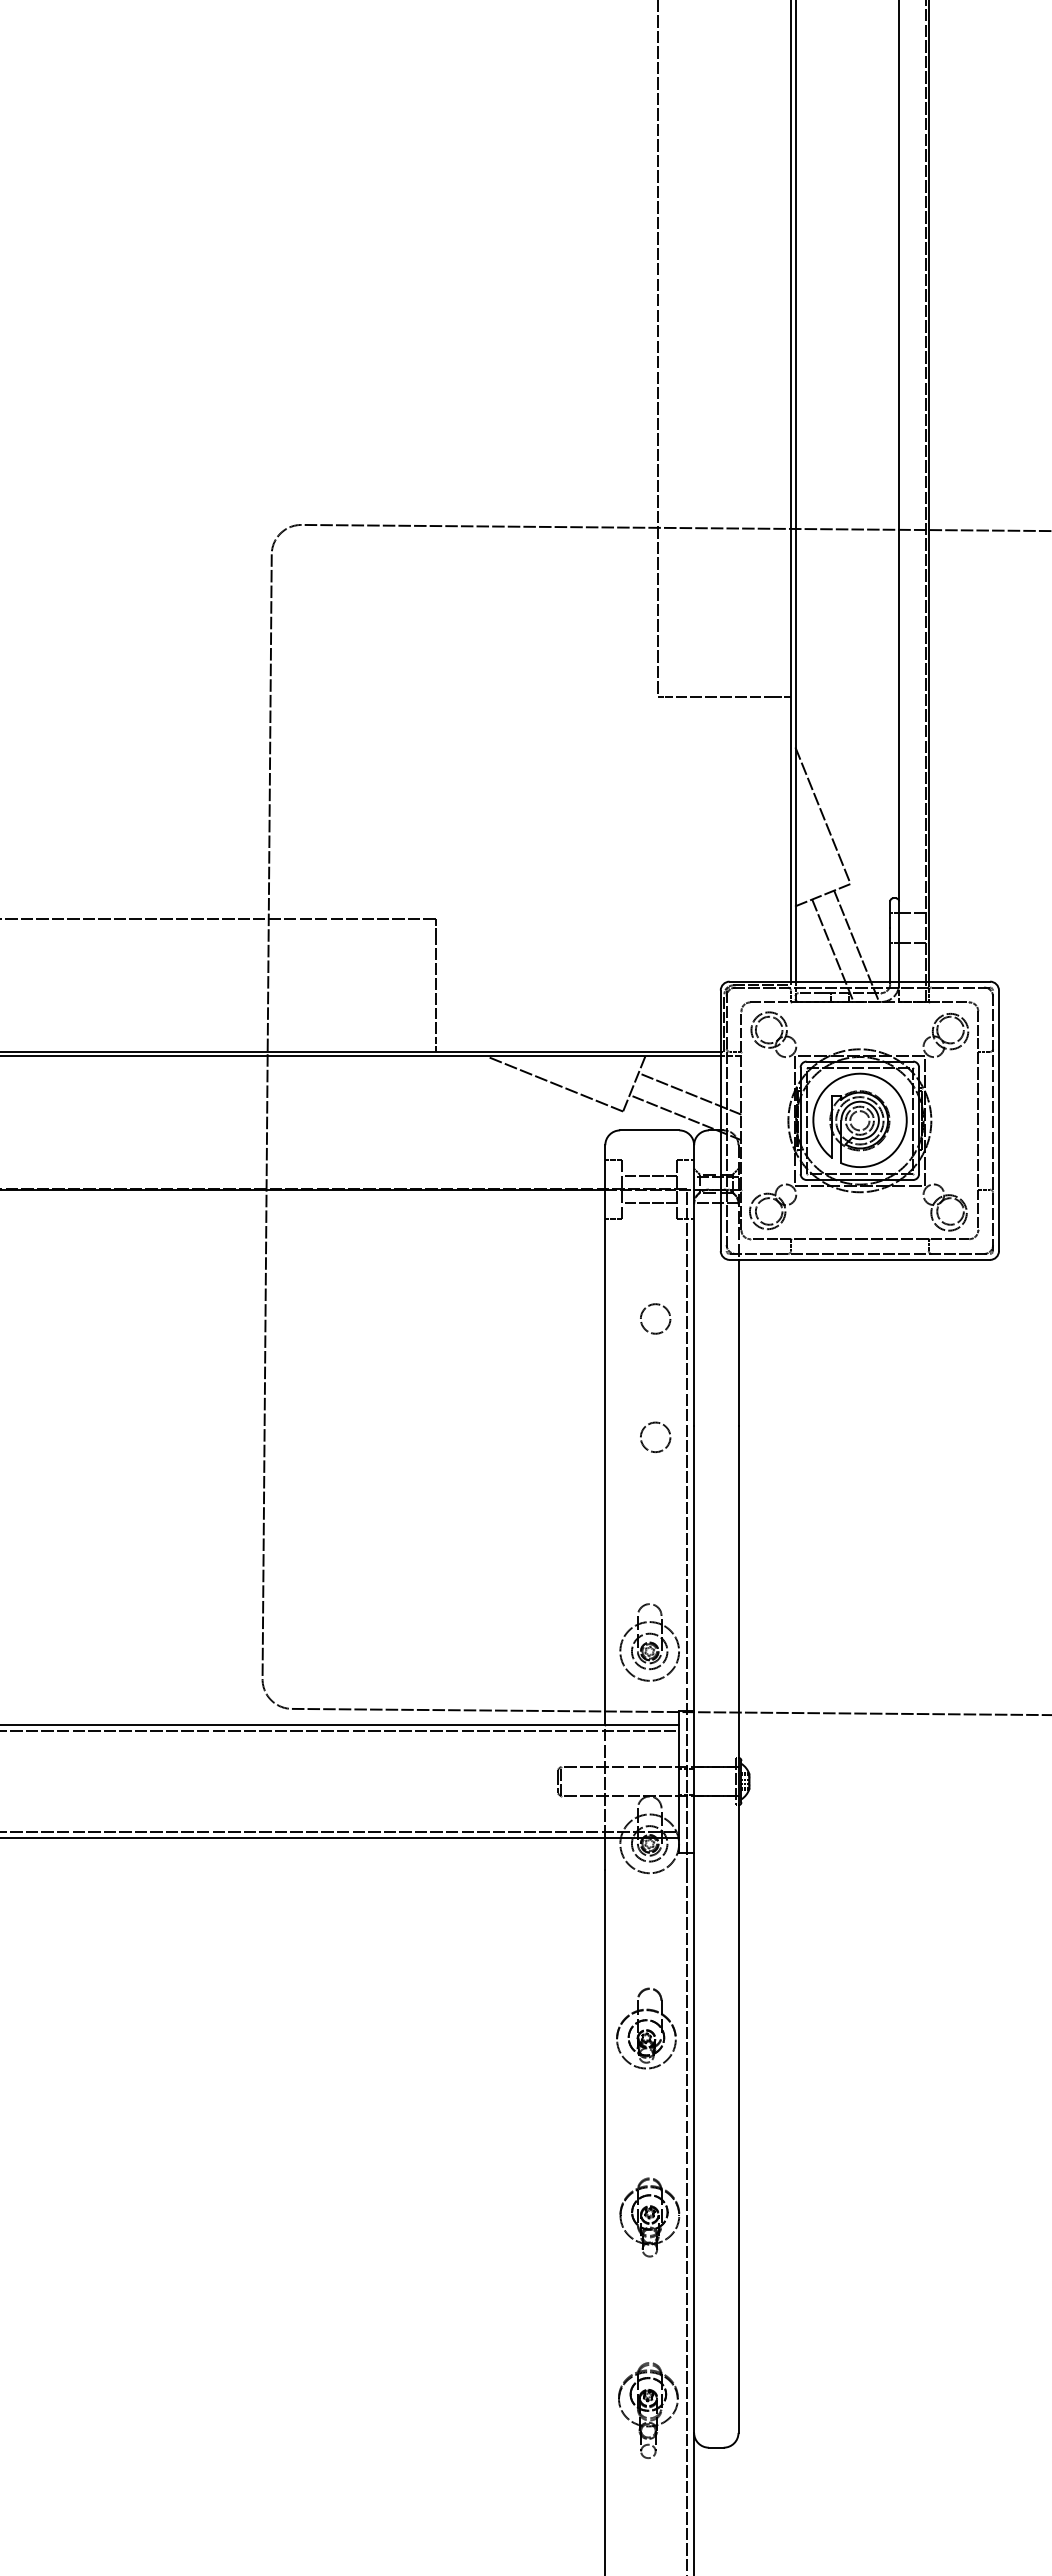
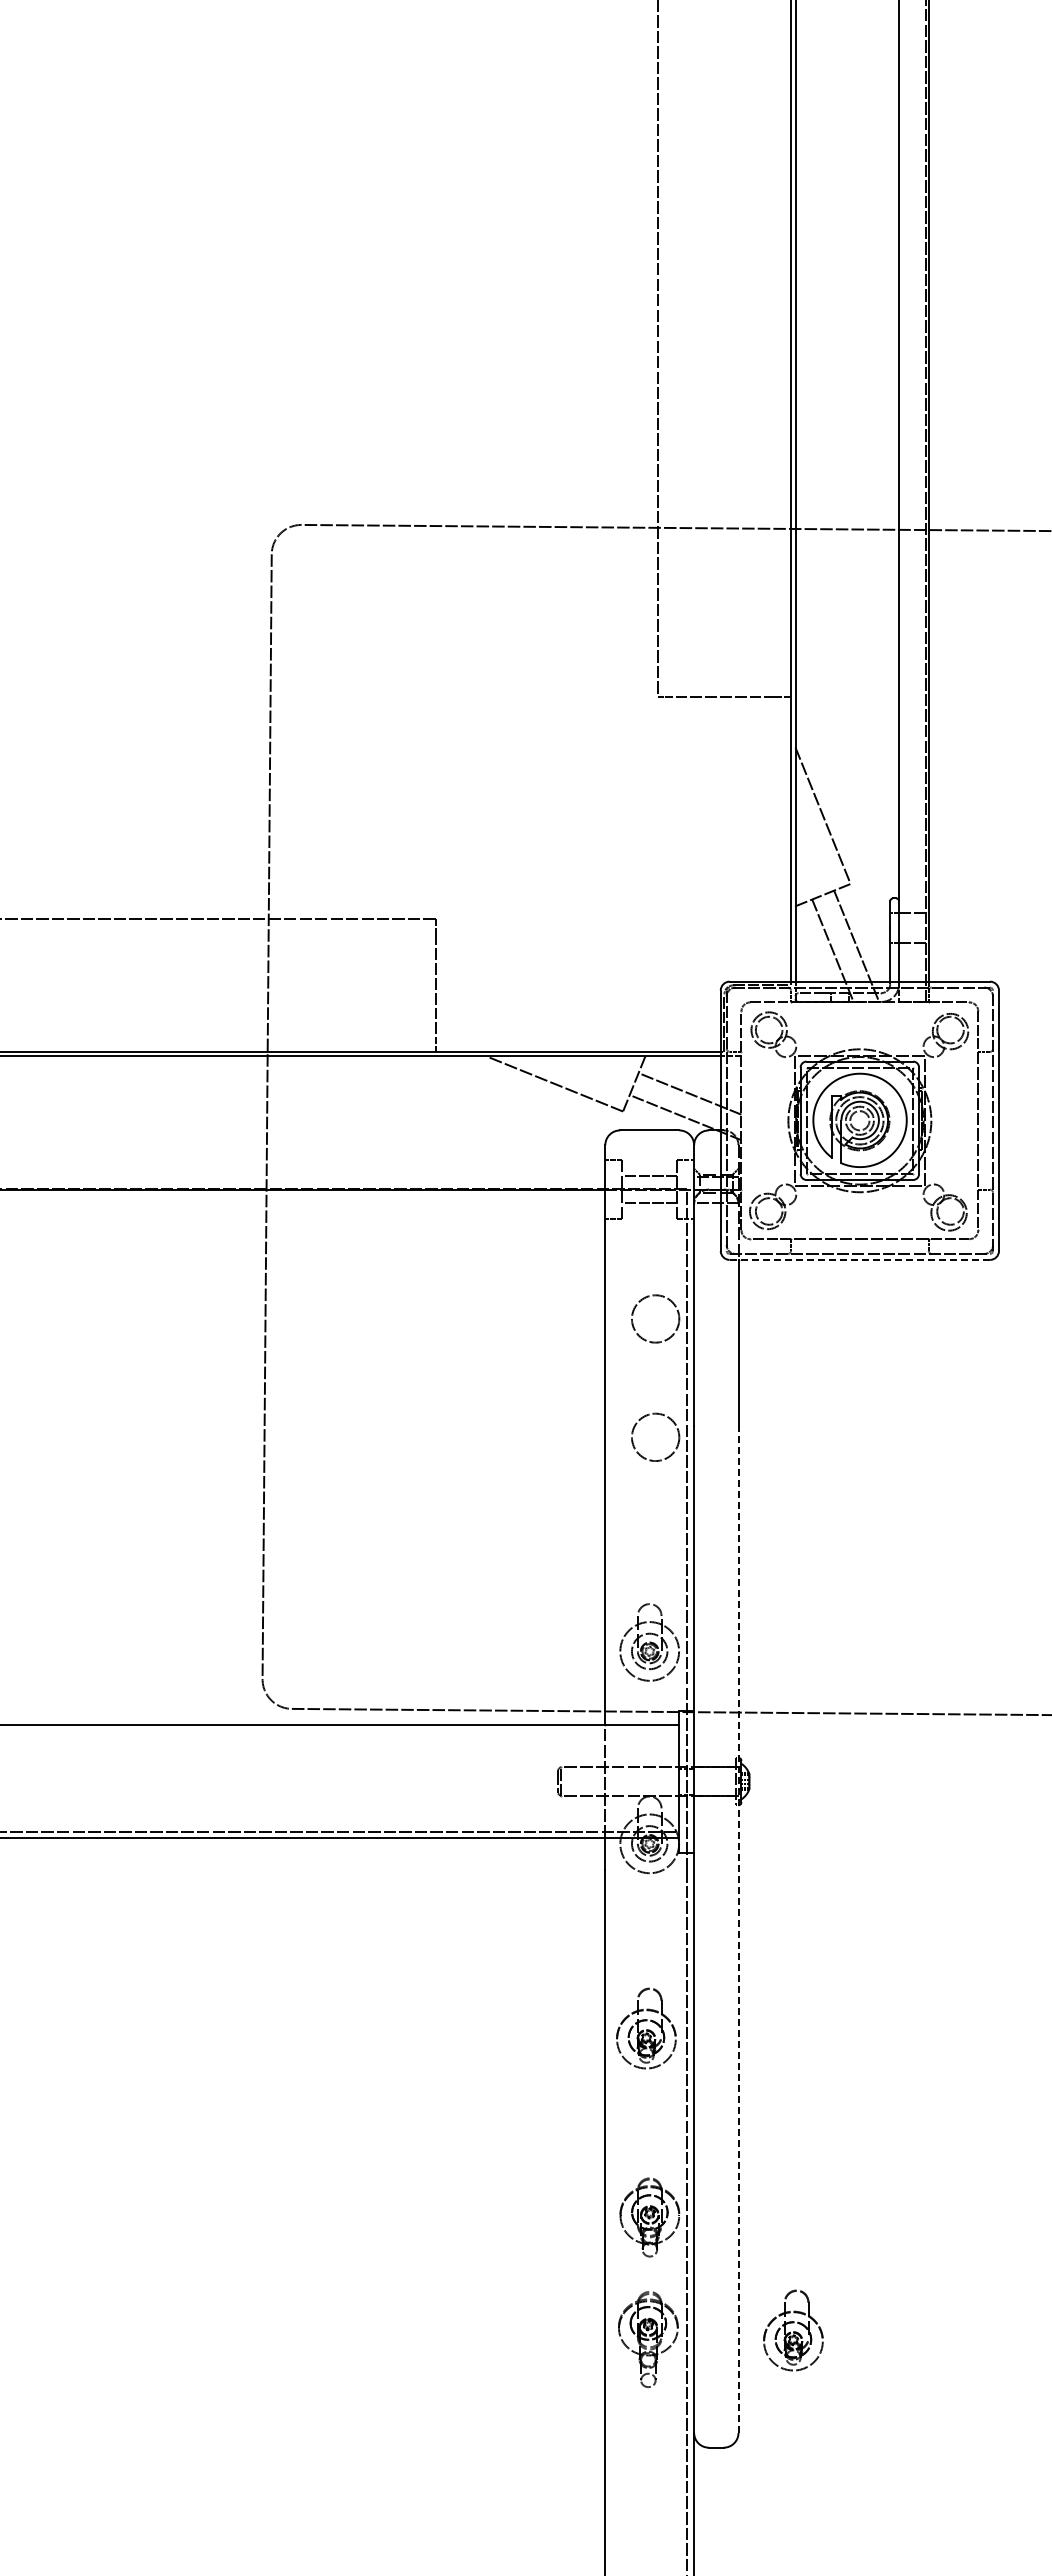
line at (860, 1259): solid -> dashed
circle at (655, 1318) diameter: 30 px -> 47 px
circle at (655, 1437) diameter: 30 px -> 47 px
line at (340, 1731): present -> none
line at (738, 1929): solid -> dashed
part at (793, 2330): none -> present
part at (648, 2410) position: (648, 2410) -> (648, 2339)
